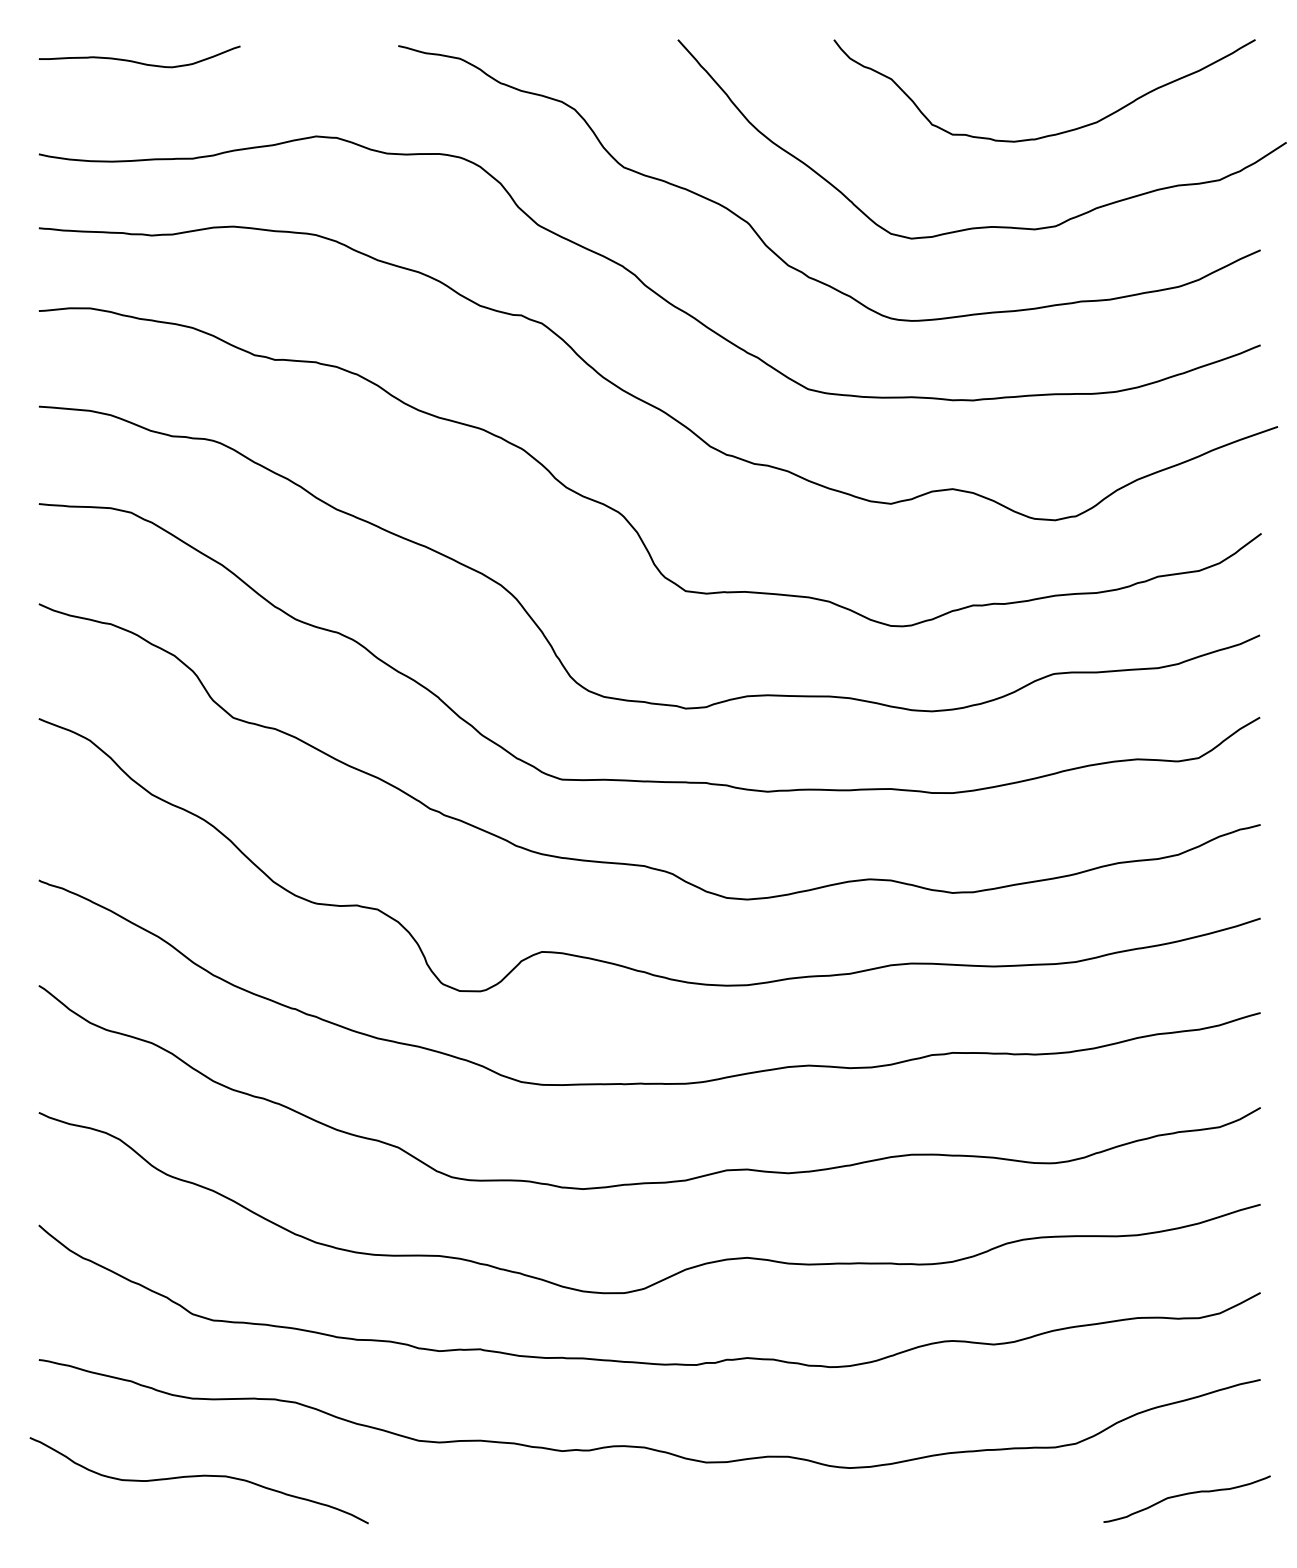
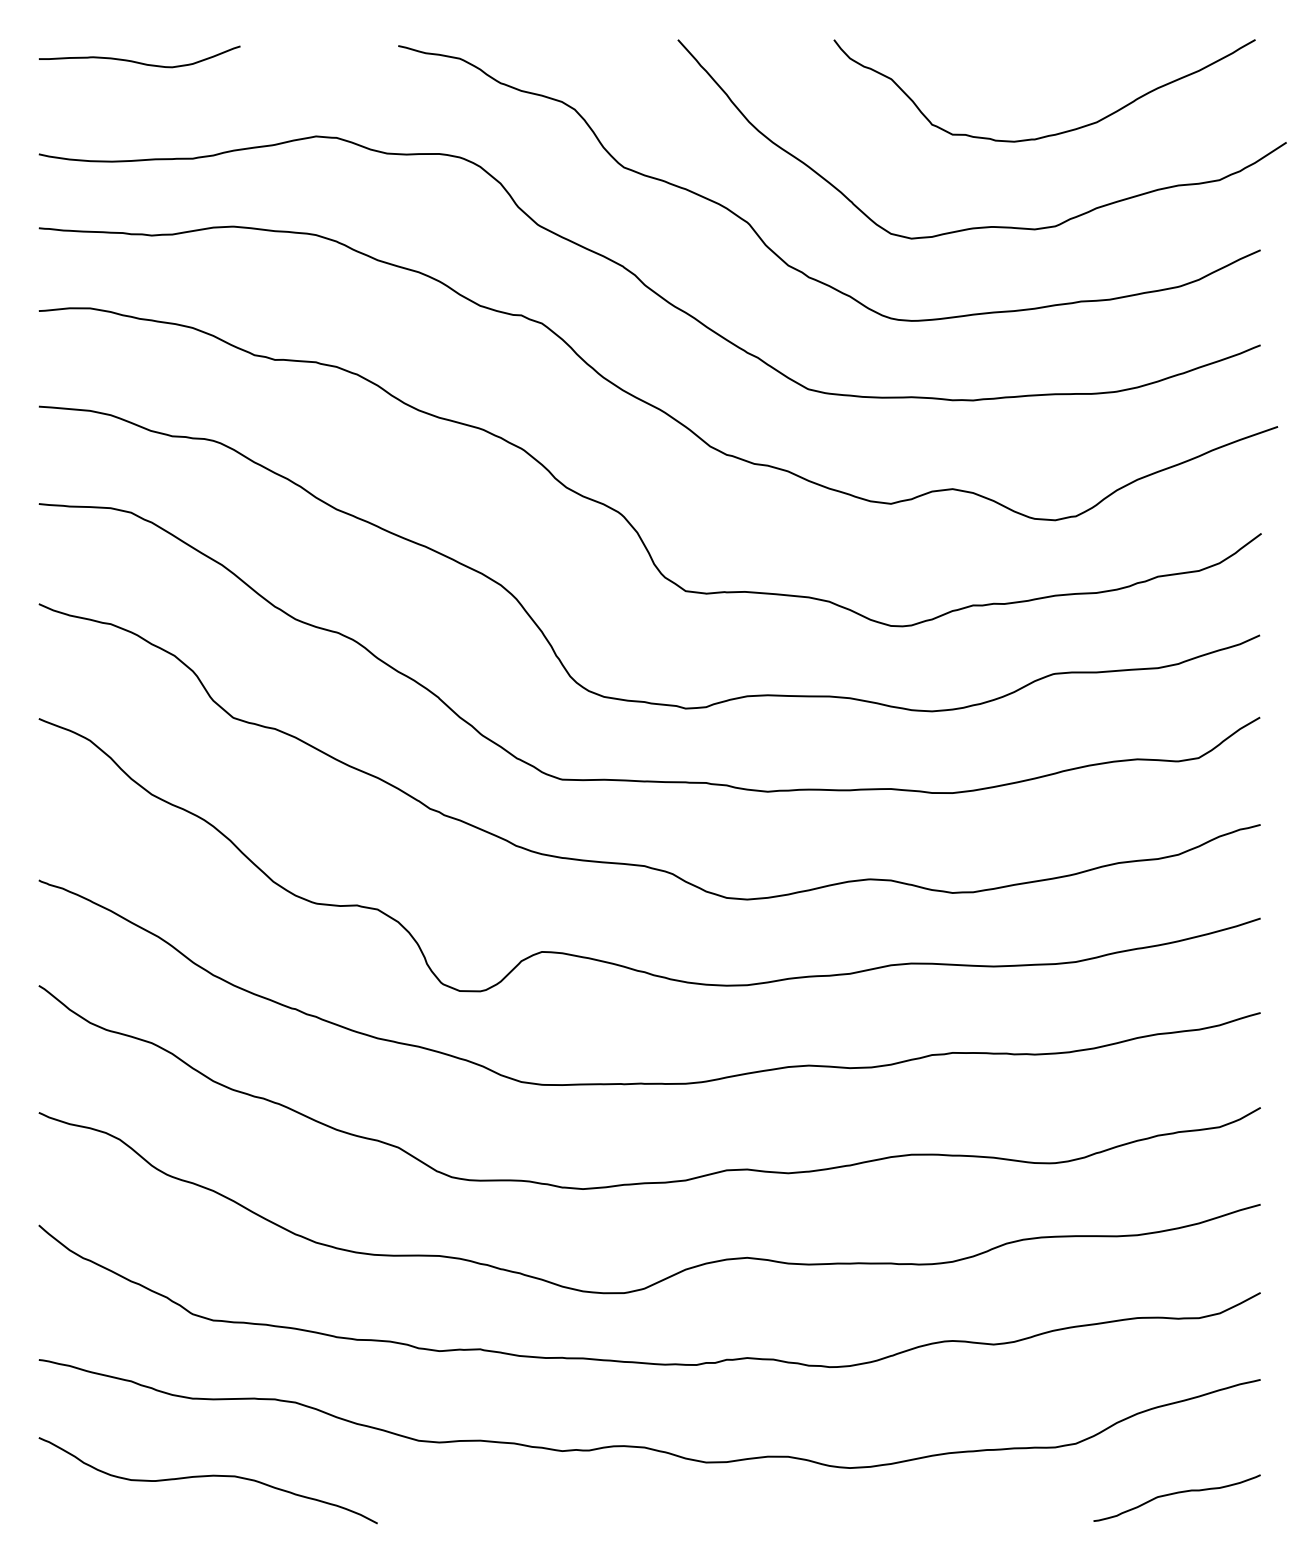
curve at (198, 1476) position: (198, 1476) -> (207, 1476)
curve at (1185, 1495) position: (1185, 1495) -> (1175, 1494)
